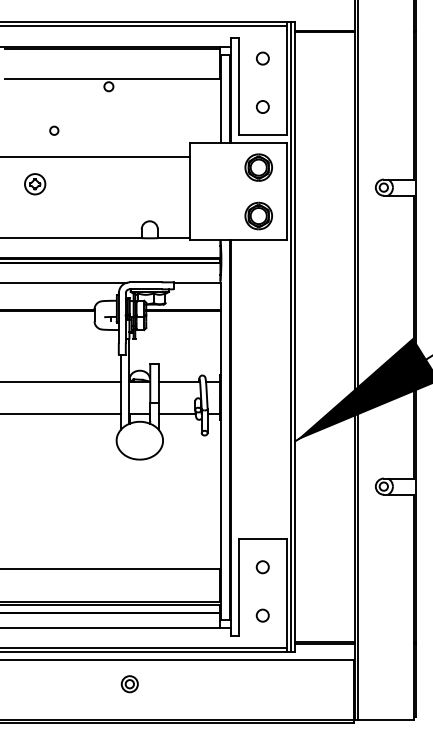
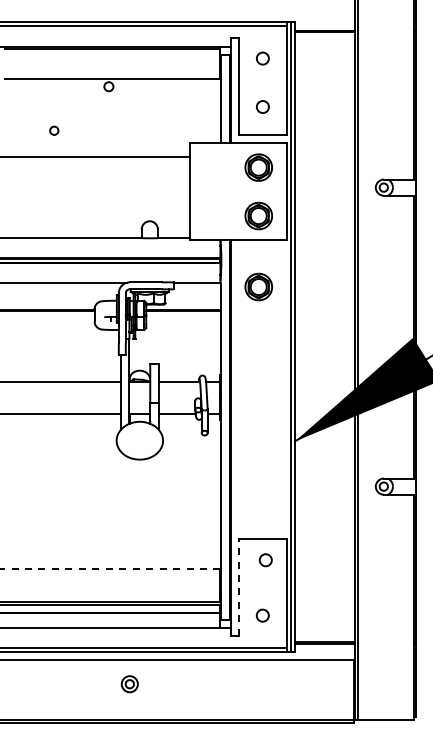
part at (35, 184): present -> none
part at (258, 286): none -> present
circle at (262, 567) position: (262, 567) -> (265, 560)
line at (110, 569): solid -> dashed
line at (238, 586): solid -> dashed
